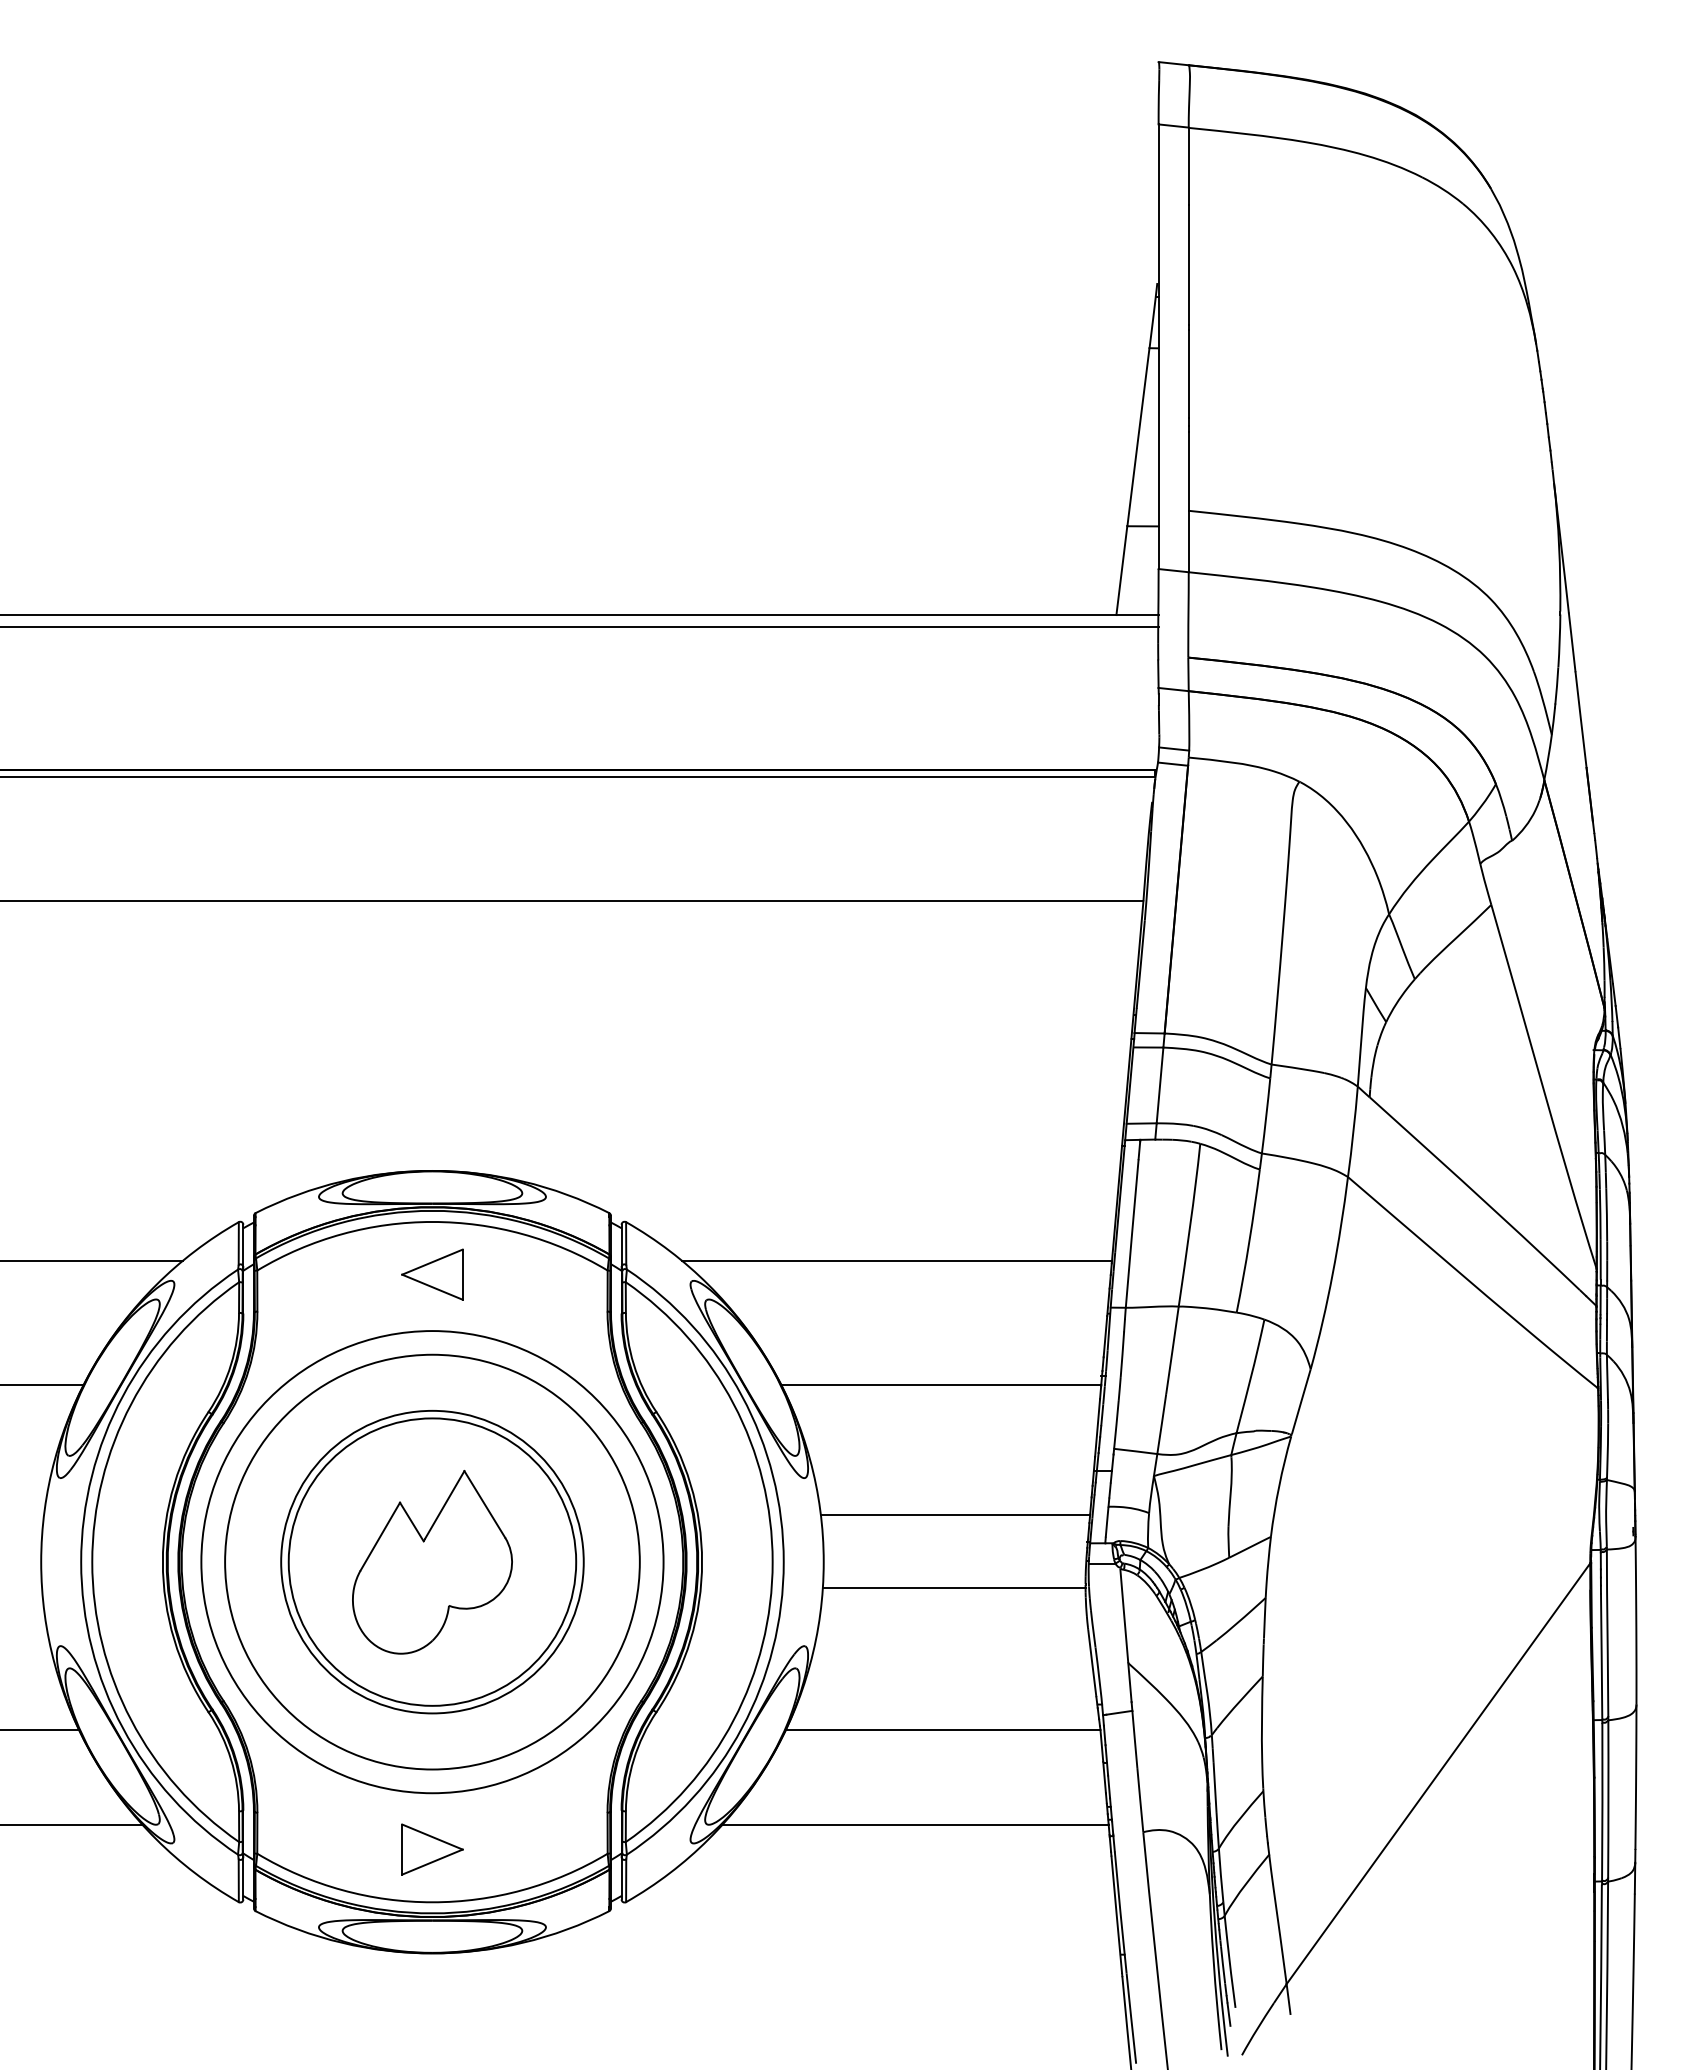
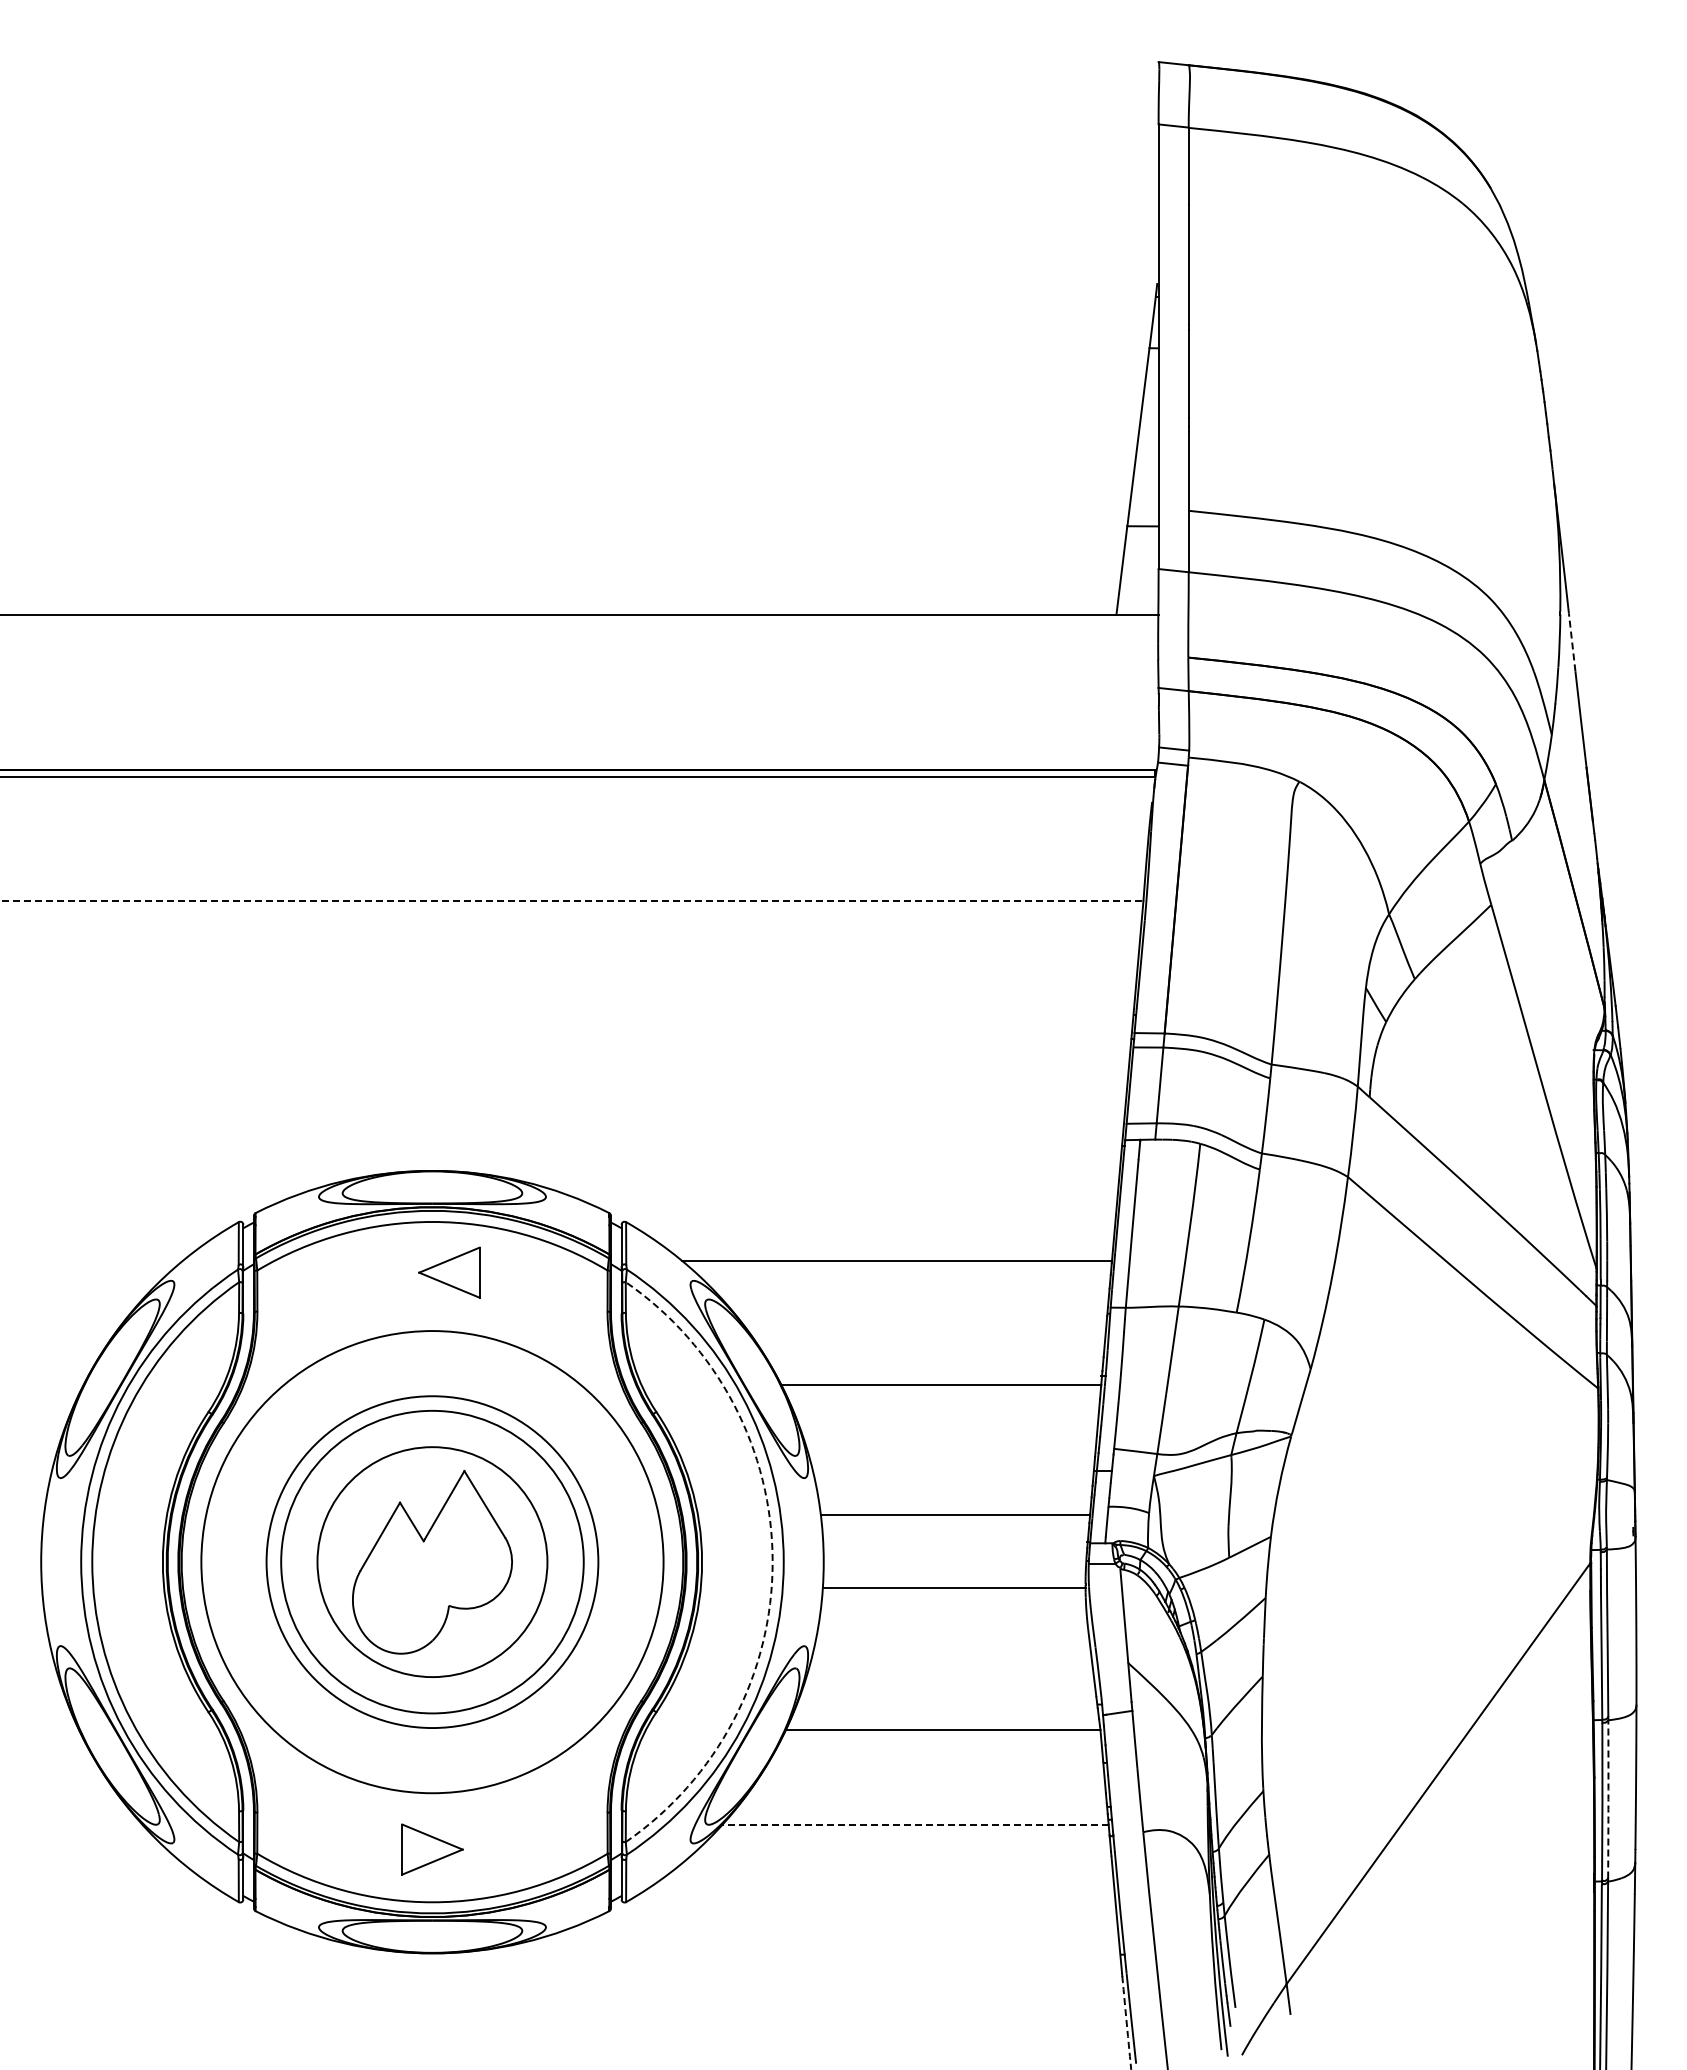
line at (580, 627): present -> none
line at (1572, 641): solid -> dashed
line at (572, 901): solid -> dashed
line at (92, 1261): present -> none
part at (432, 1274) position: (432, 1274) -> (449, 1272)
line at (42, 1384): present -> none
circle at (432, 1561) diameter: 287 px -> 230 px
circle at (432, 1561) diameter: 415 px -> 332 px
arc at (772, 1562): solid -> dashed
line at (40, 1730): present -> none
arc at (1608, 1799): solid -> dashed
line at (72, 1824): present -> none
line at (915, 1824): solid -> dashed
arc at (1126, 2023): solid -> dashed
